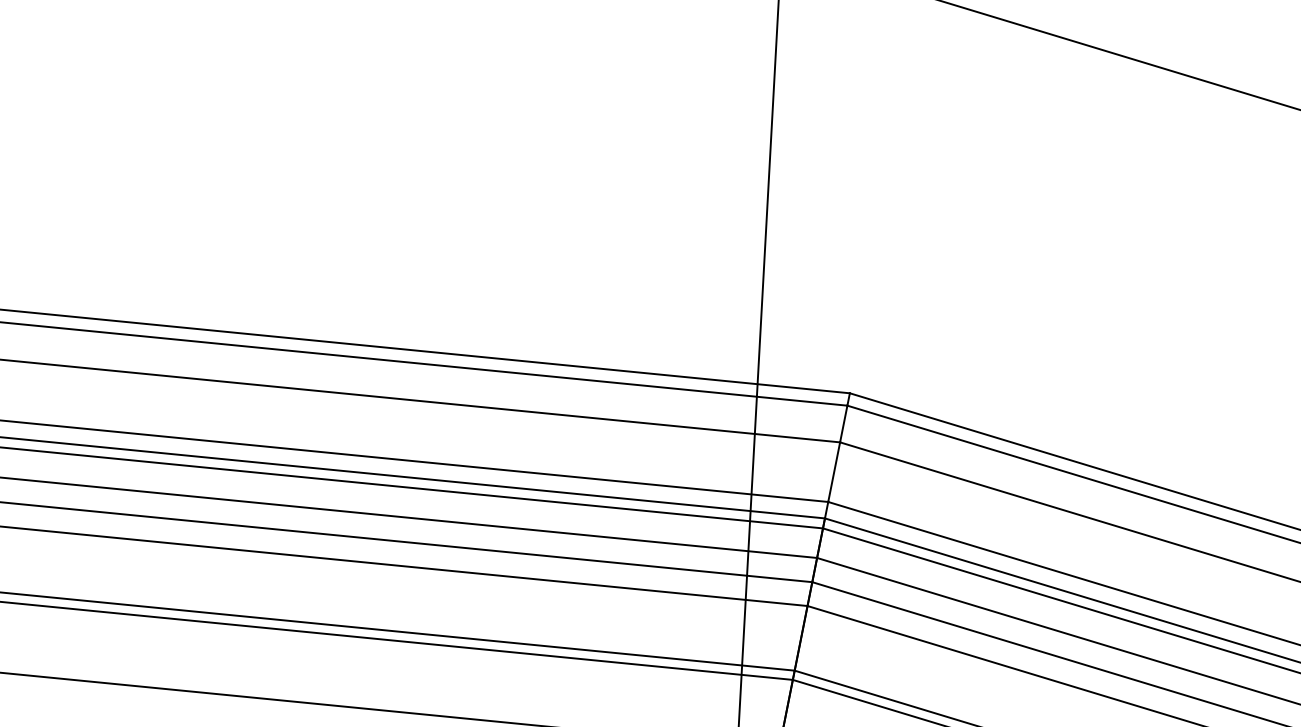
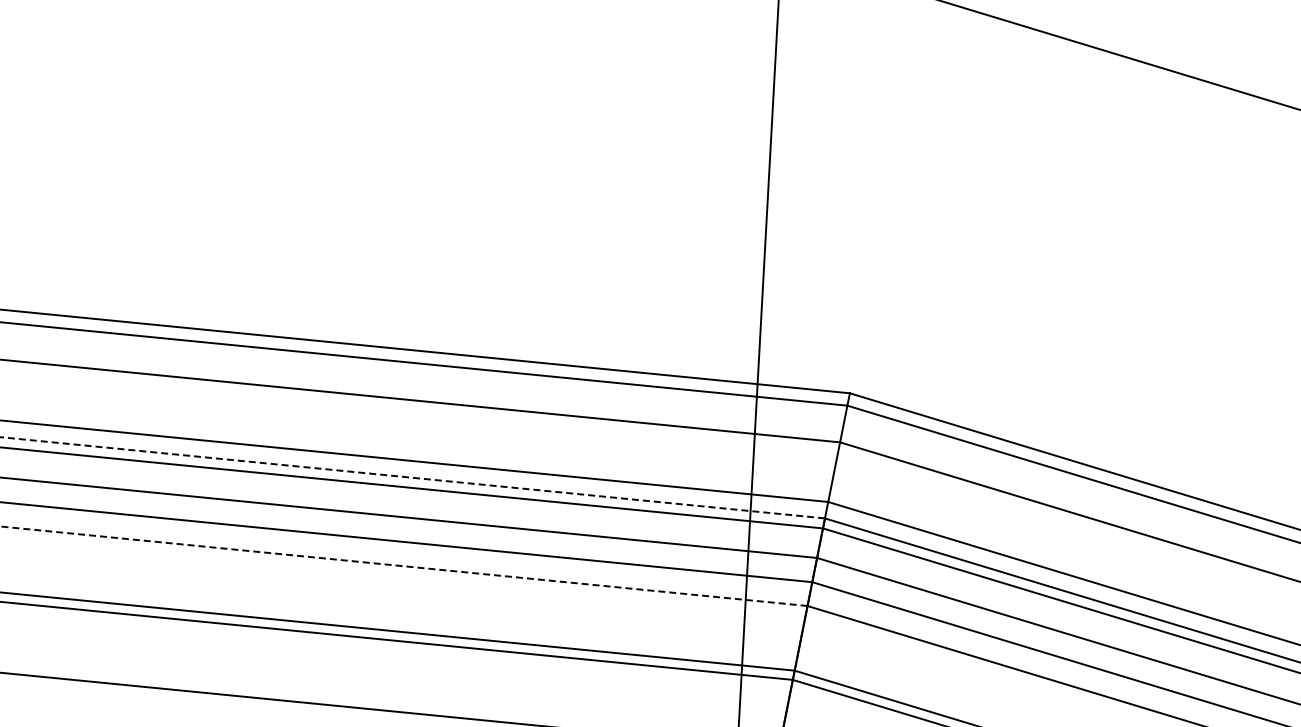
line at (412, 477): solid -> dashed
line at (403, 566): solid -> dashed
